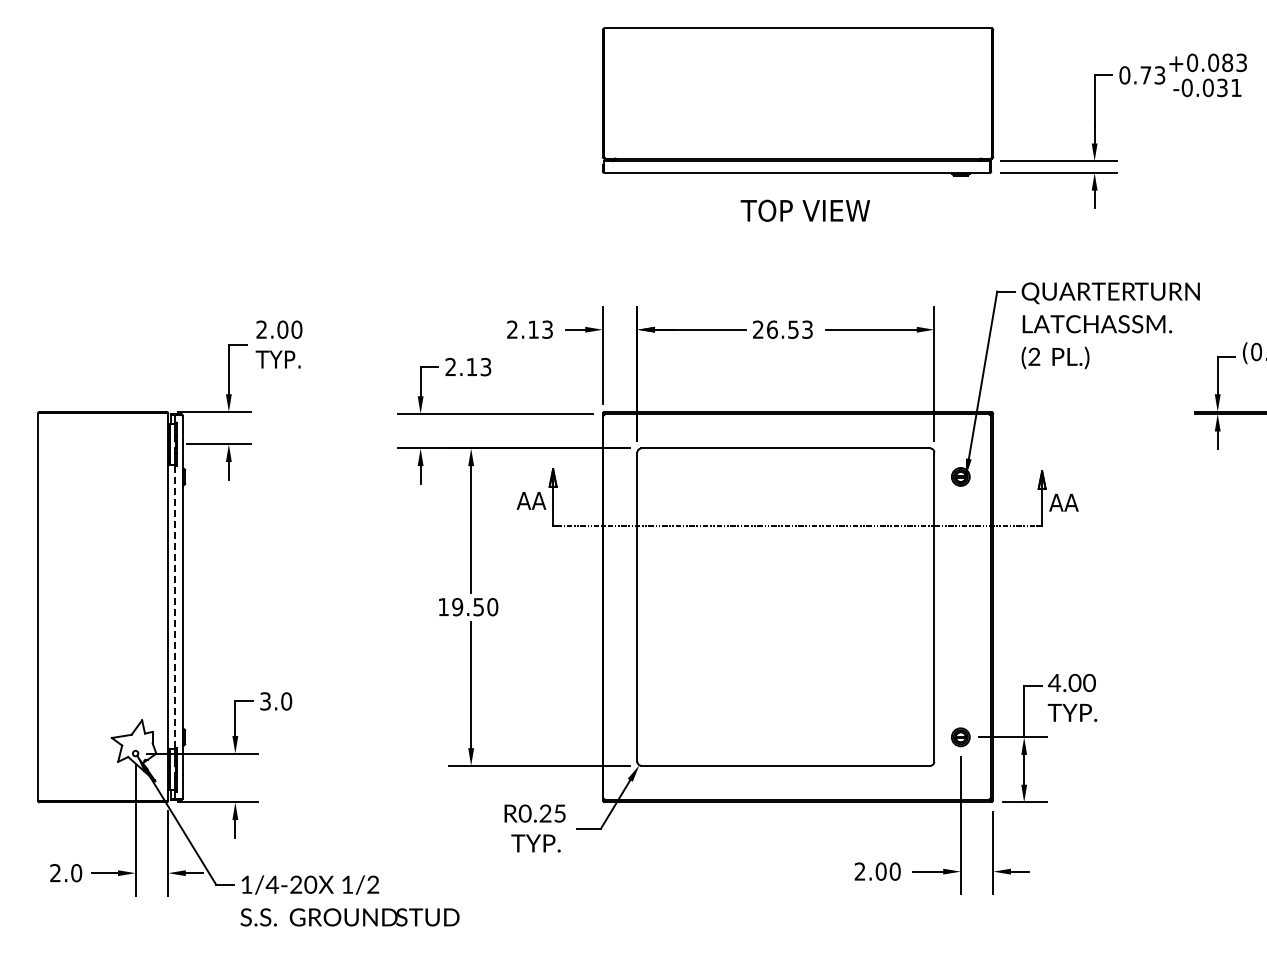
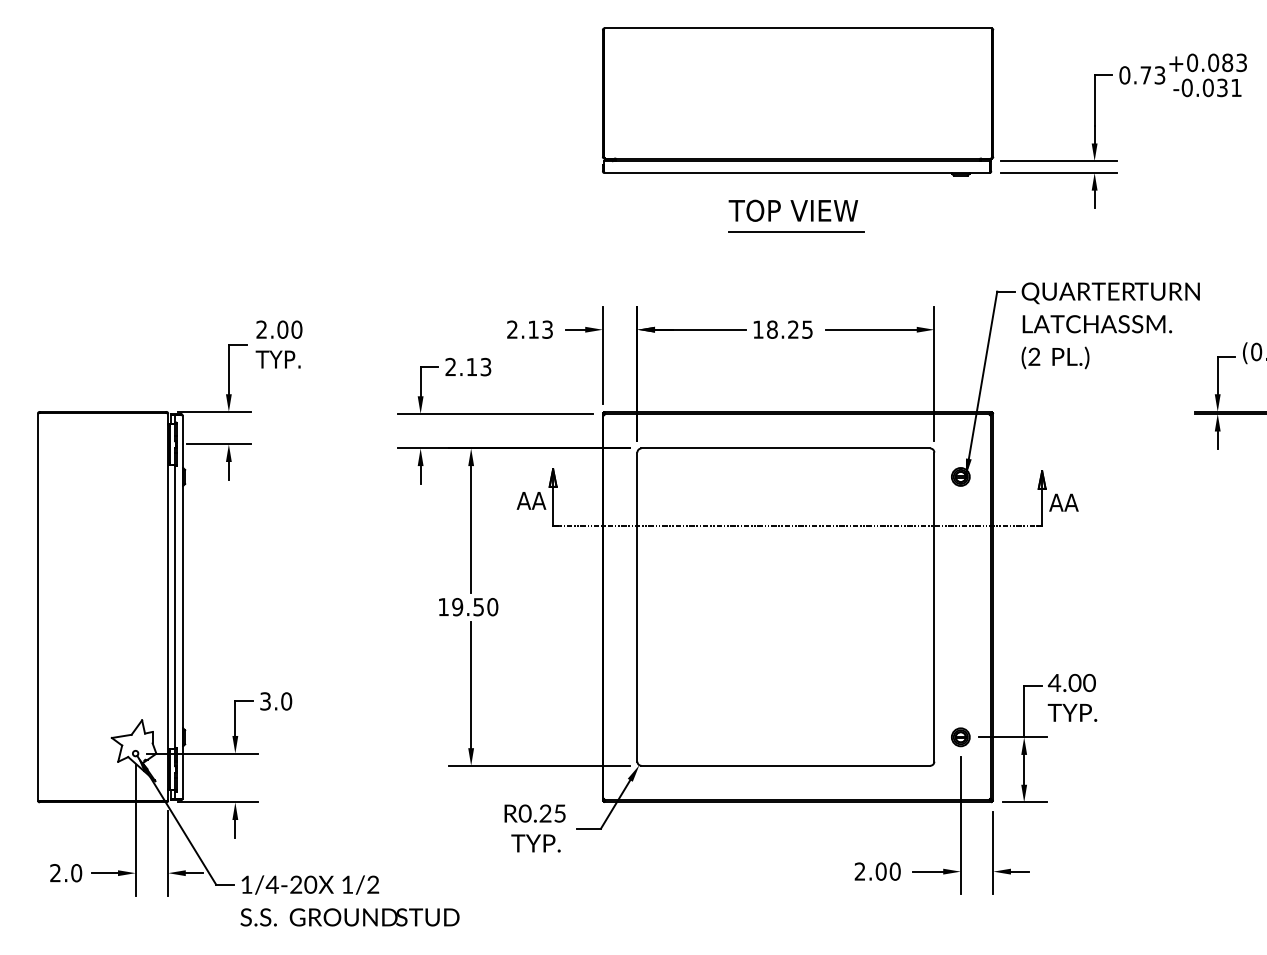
text at (805, 210) position: (805, 210) -> (793, 210)
line at (796, 232): none -> present
text at (782, 329): 26.53 -> 18.25
line at (174, 607): dashed -> solid
